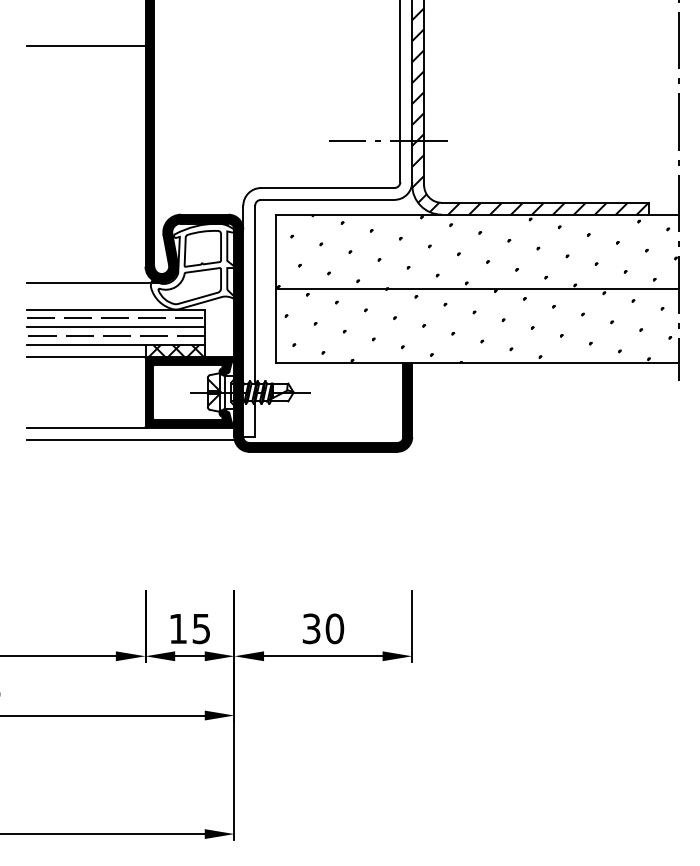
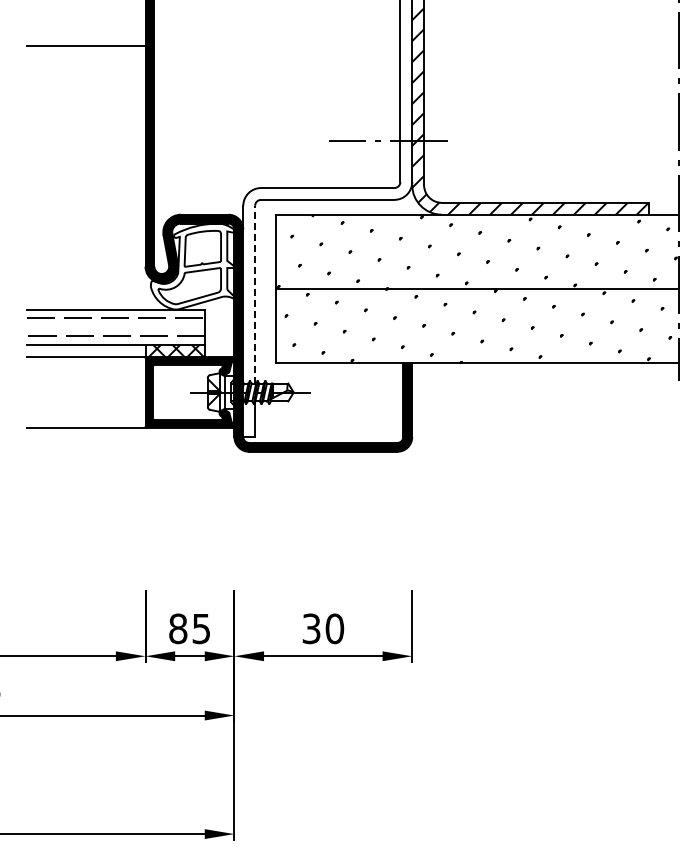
line at (93, 282): present -> none
line at (255, 294): solid -> dashed
line at (115, 327): present -> none
line at (130, 439): present -> none
text at (178, 628): 15 -> 85
